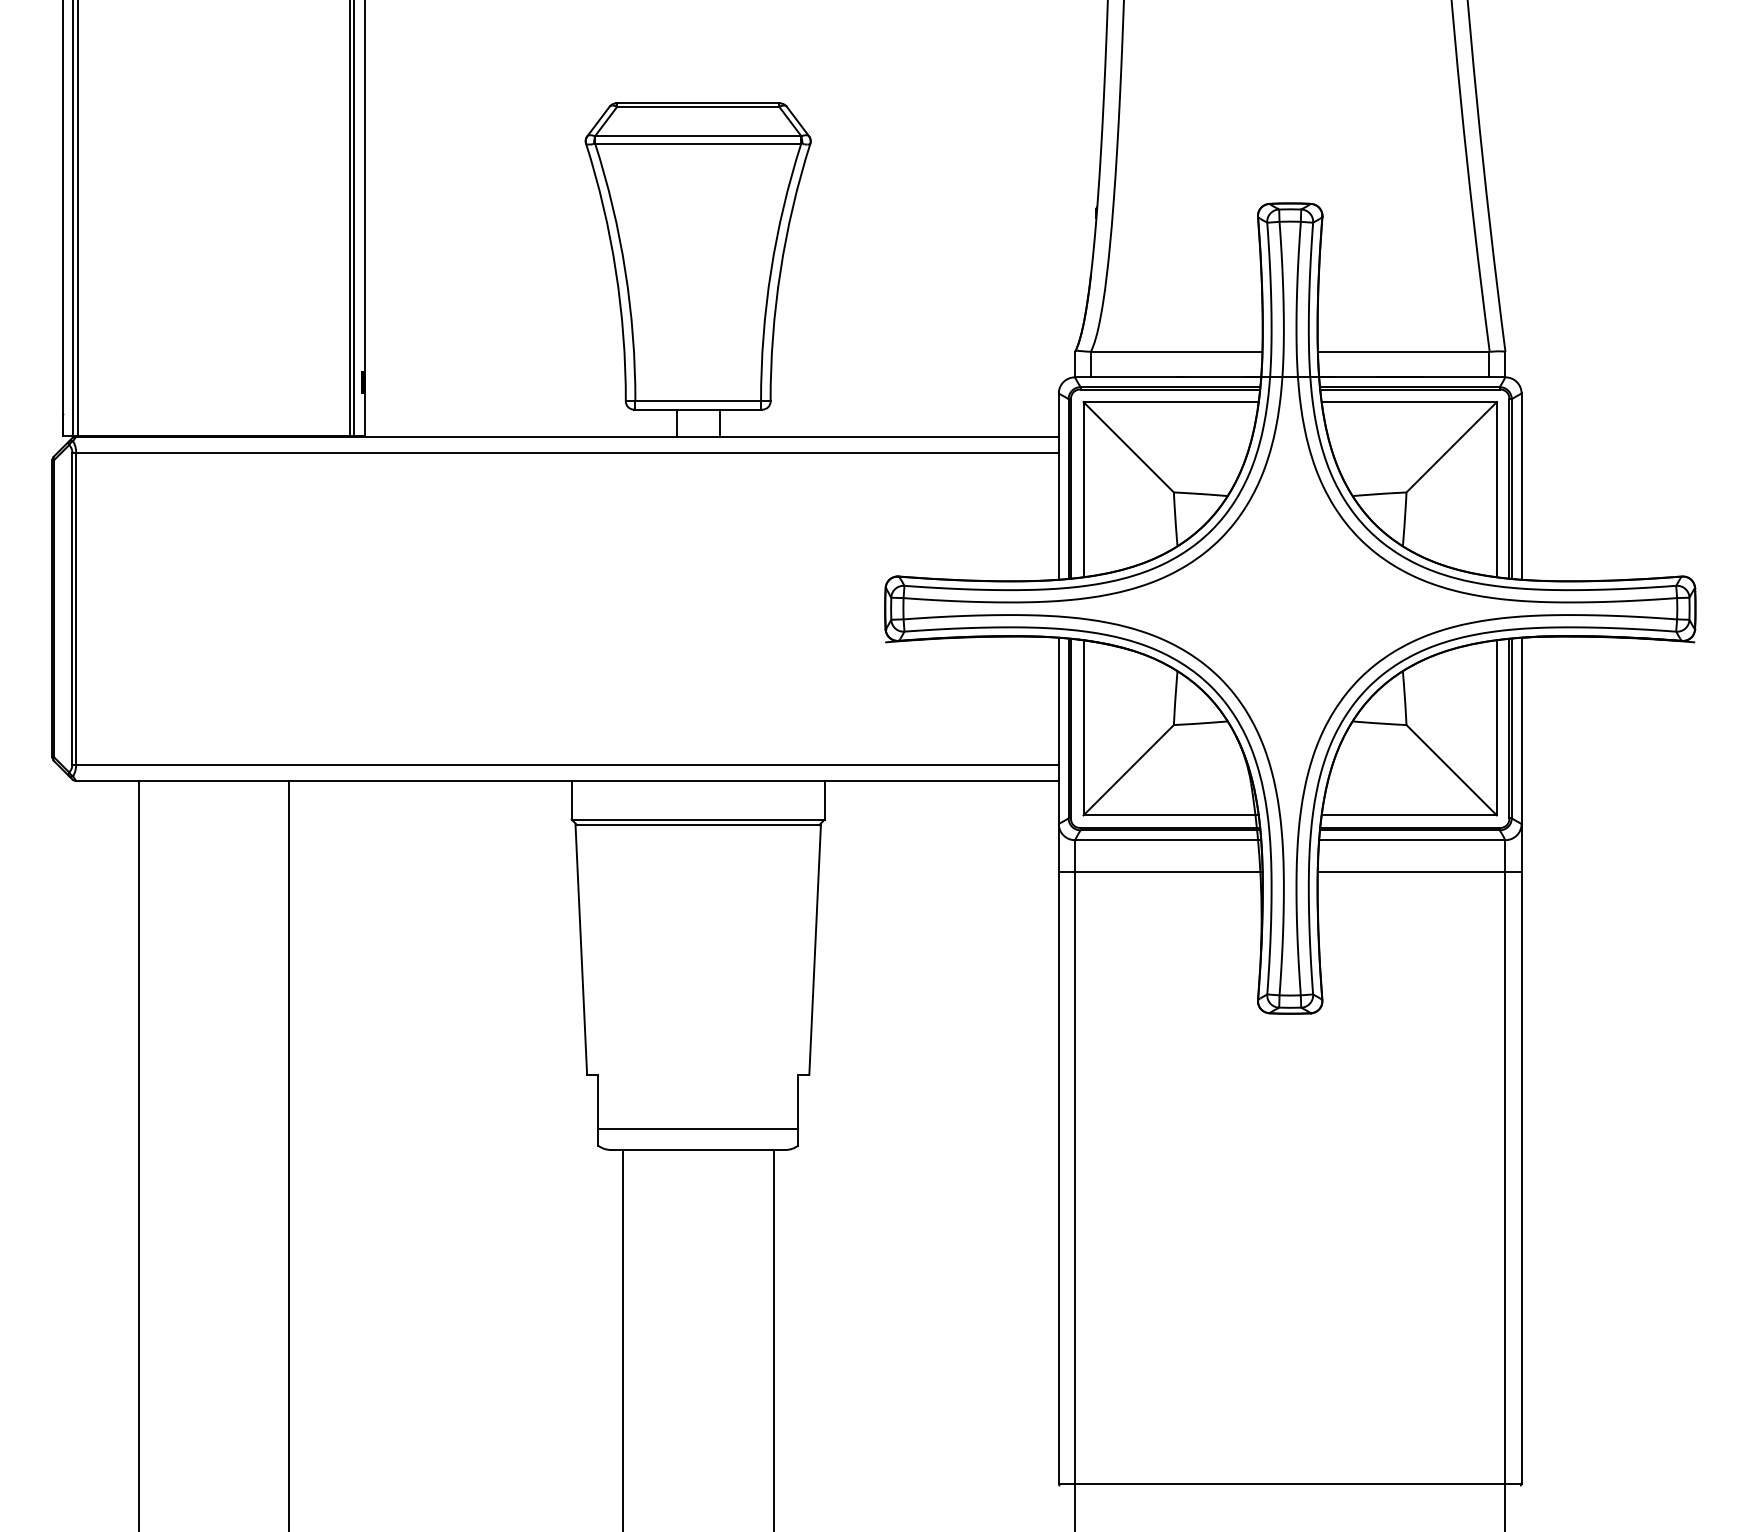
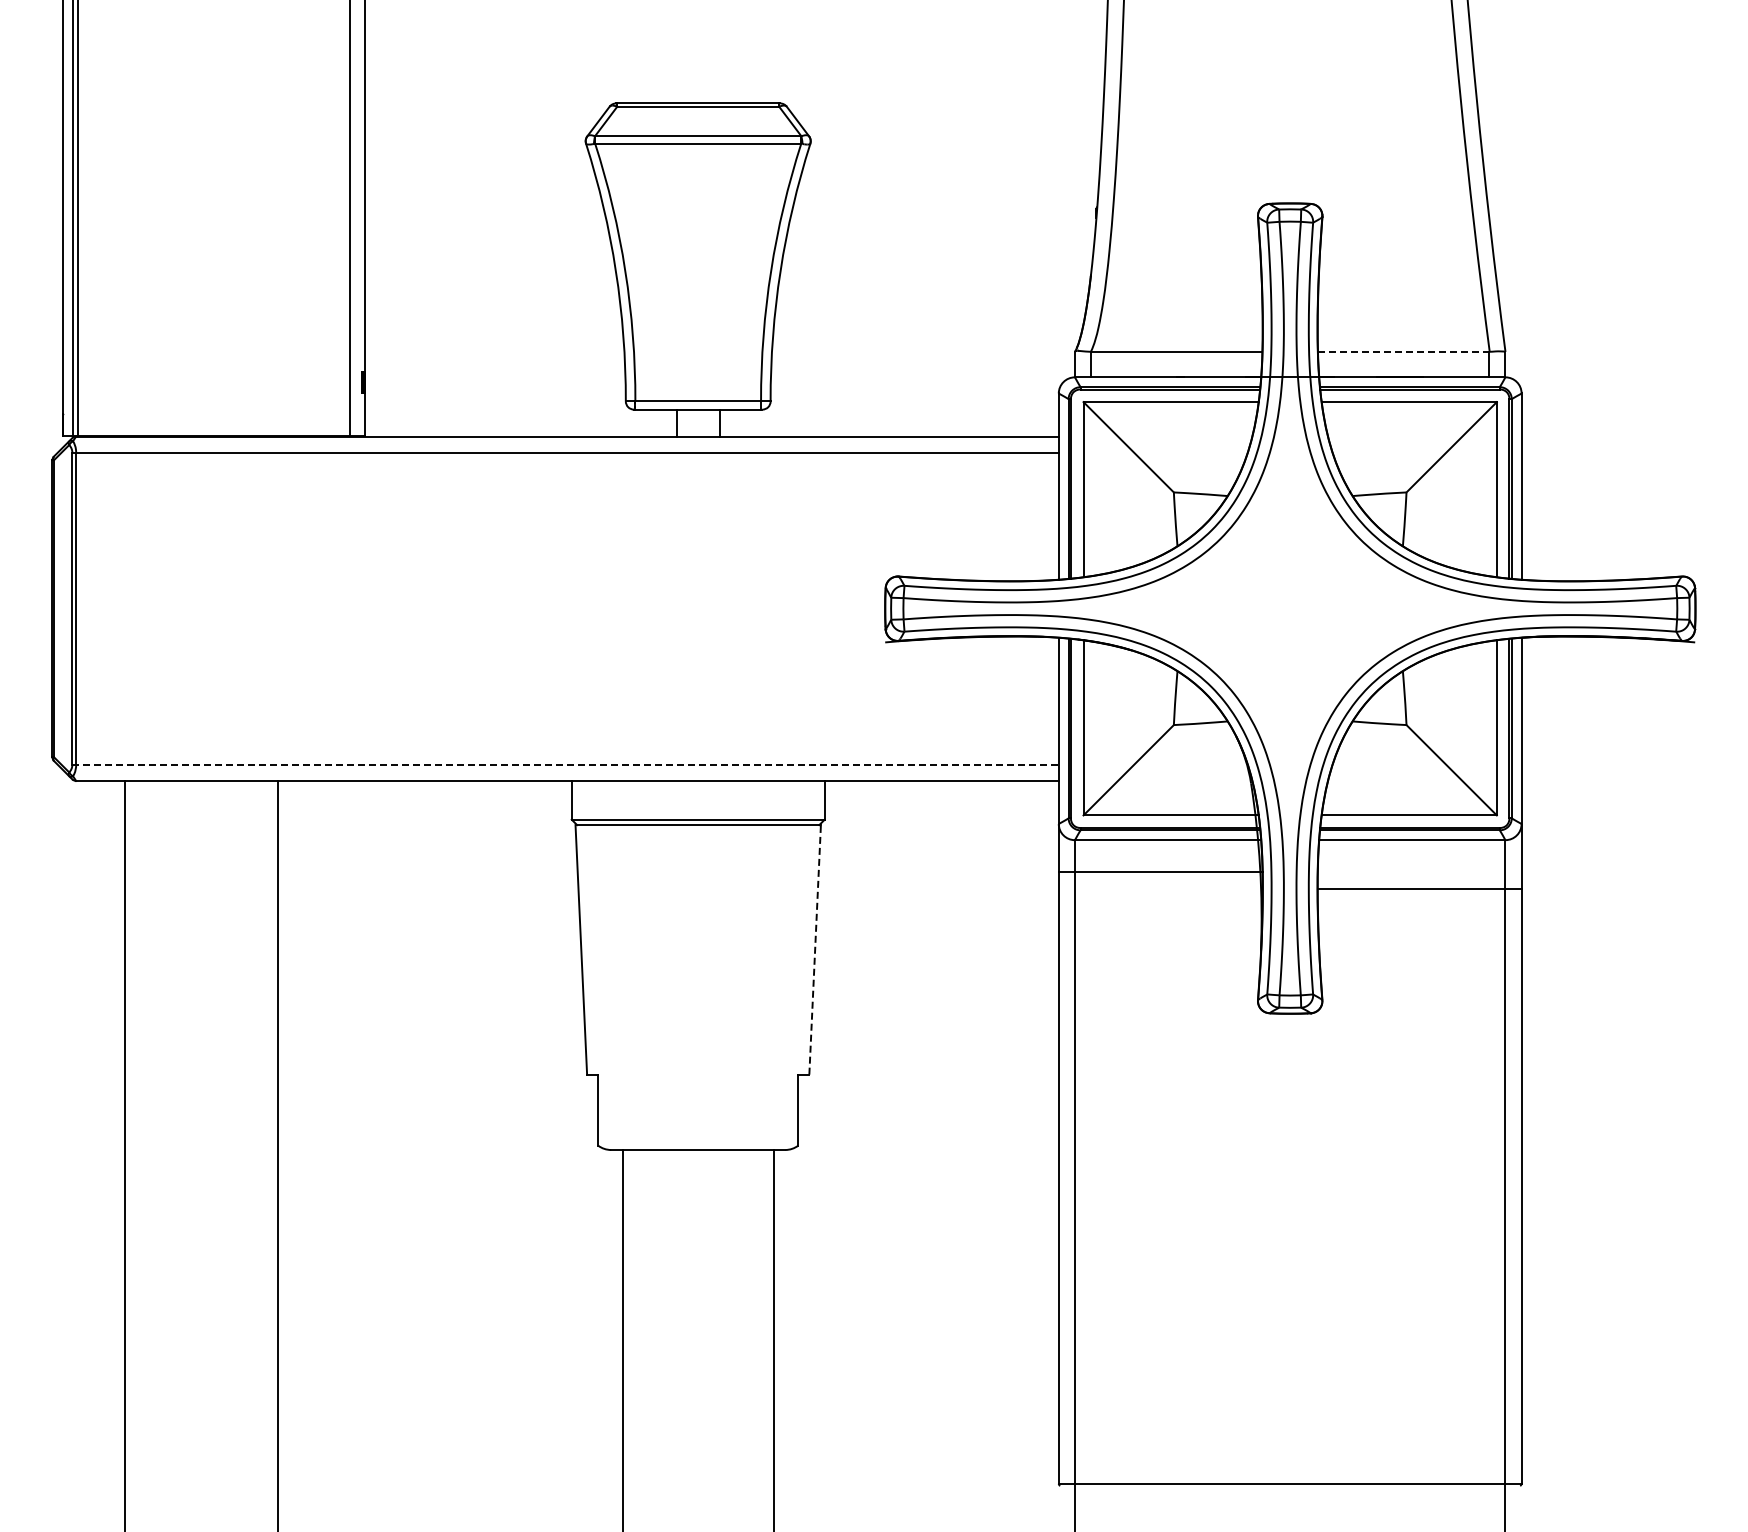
line at (354, 219): present -> none
line at (1403, 351): solid -> dashed
line at (566, 764): solid -> dashed
line at (1419, 872) position: (1419, 872) -> (1419, 889)
line at (815, 949): solid -> dashed
line at (698, 1129): present -> none
line at (138, 1154) position: (138, 1154) -> (124, 1154)
line at (289, 1154) position: (289, 1154) -> (278, 1154)
